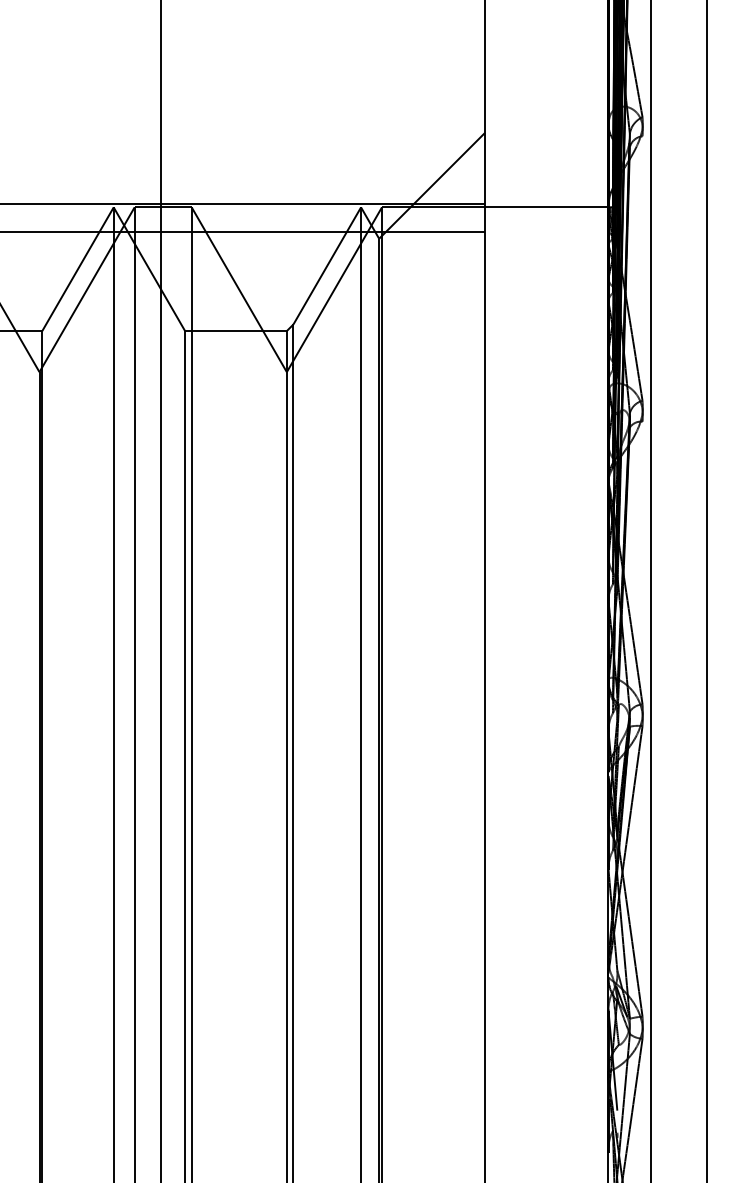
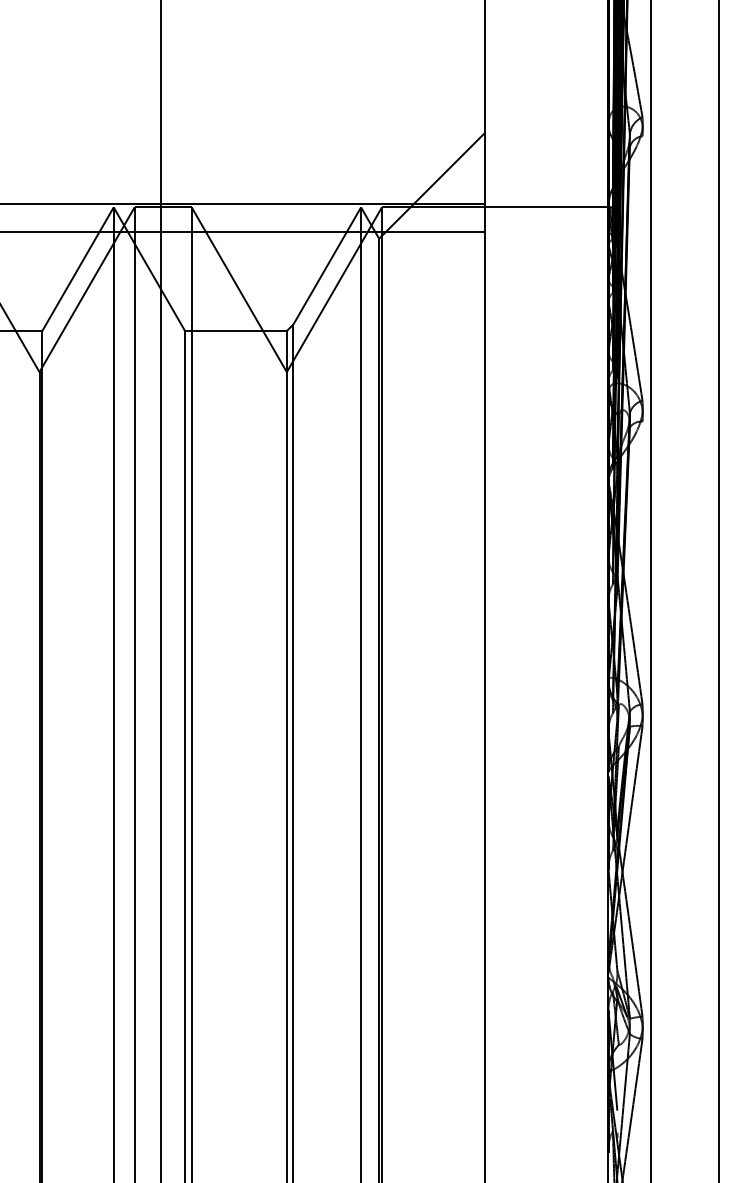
line at (707, 590) position: (707, 590) -> (719, 590)
